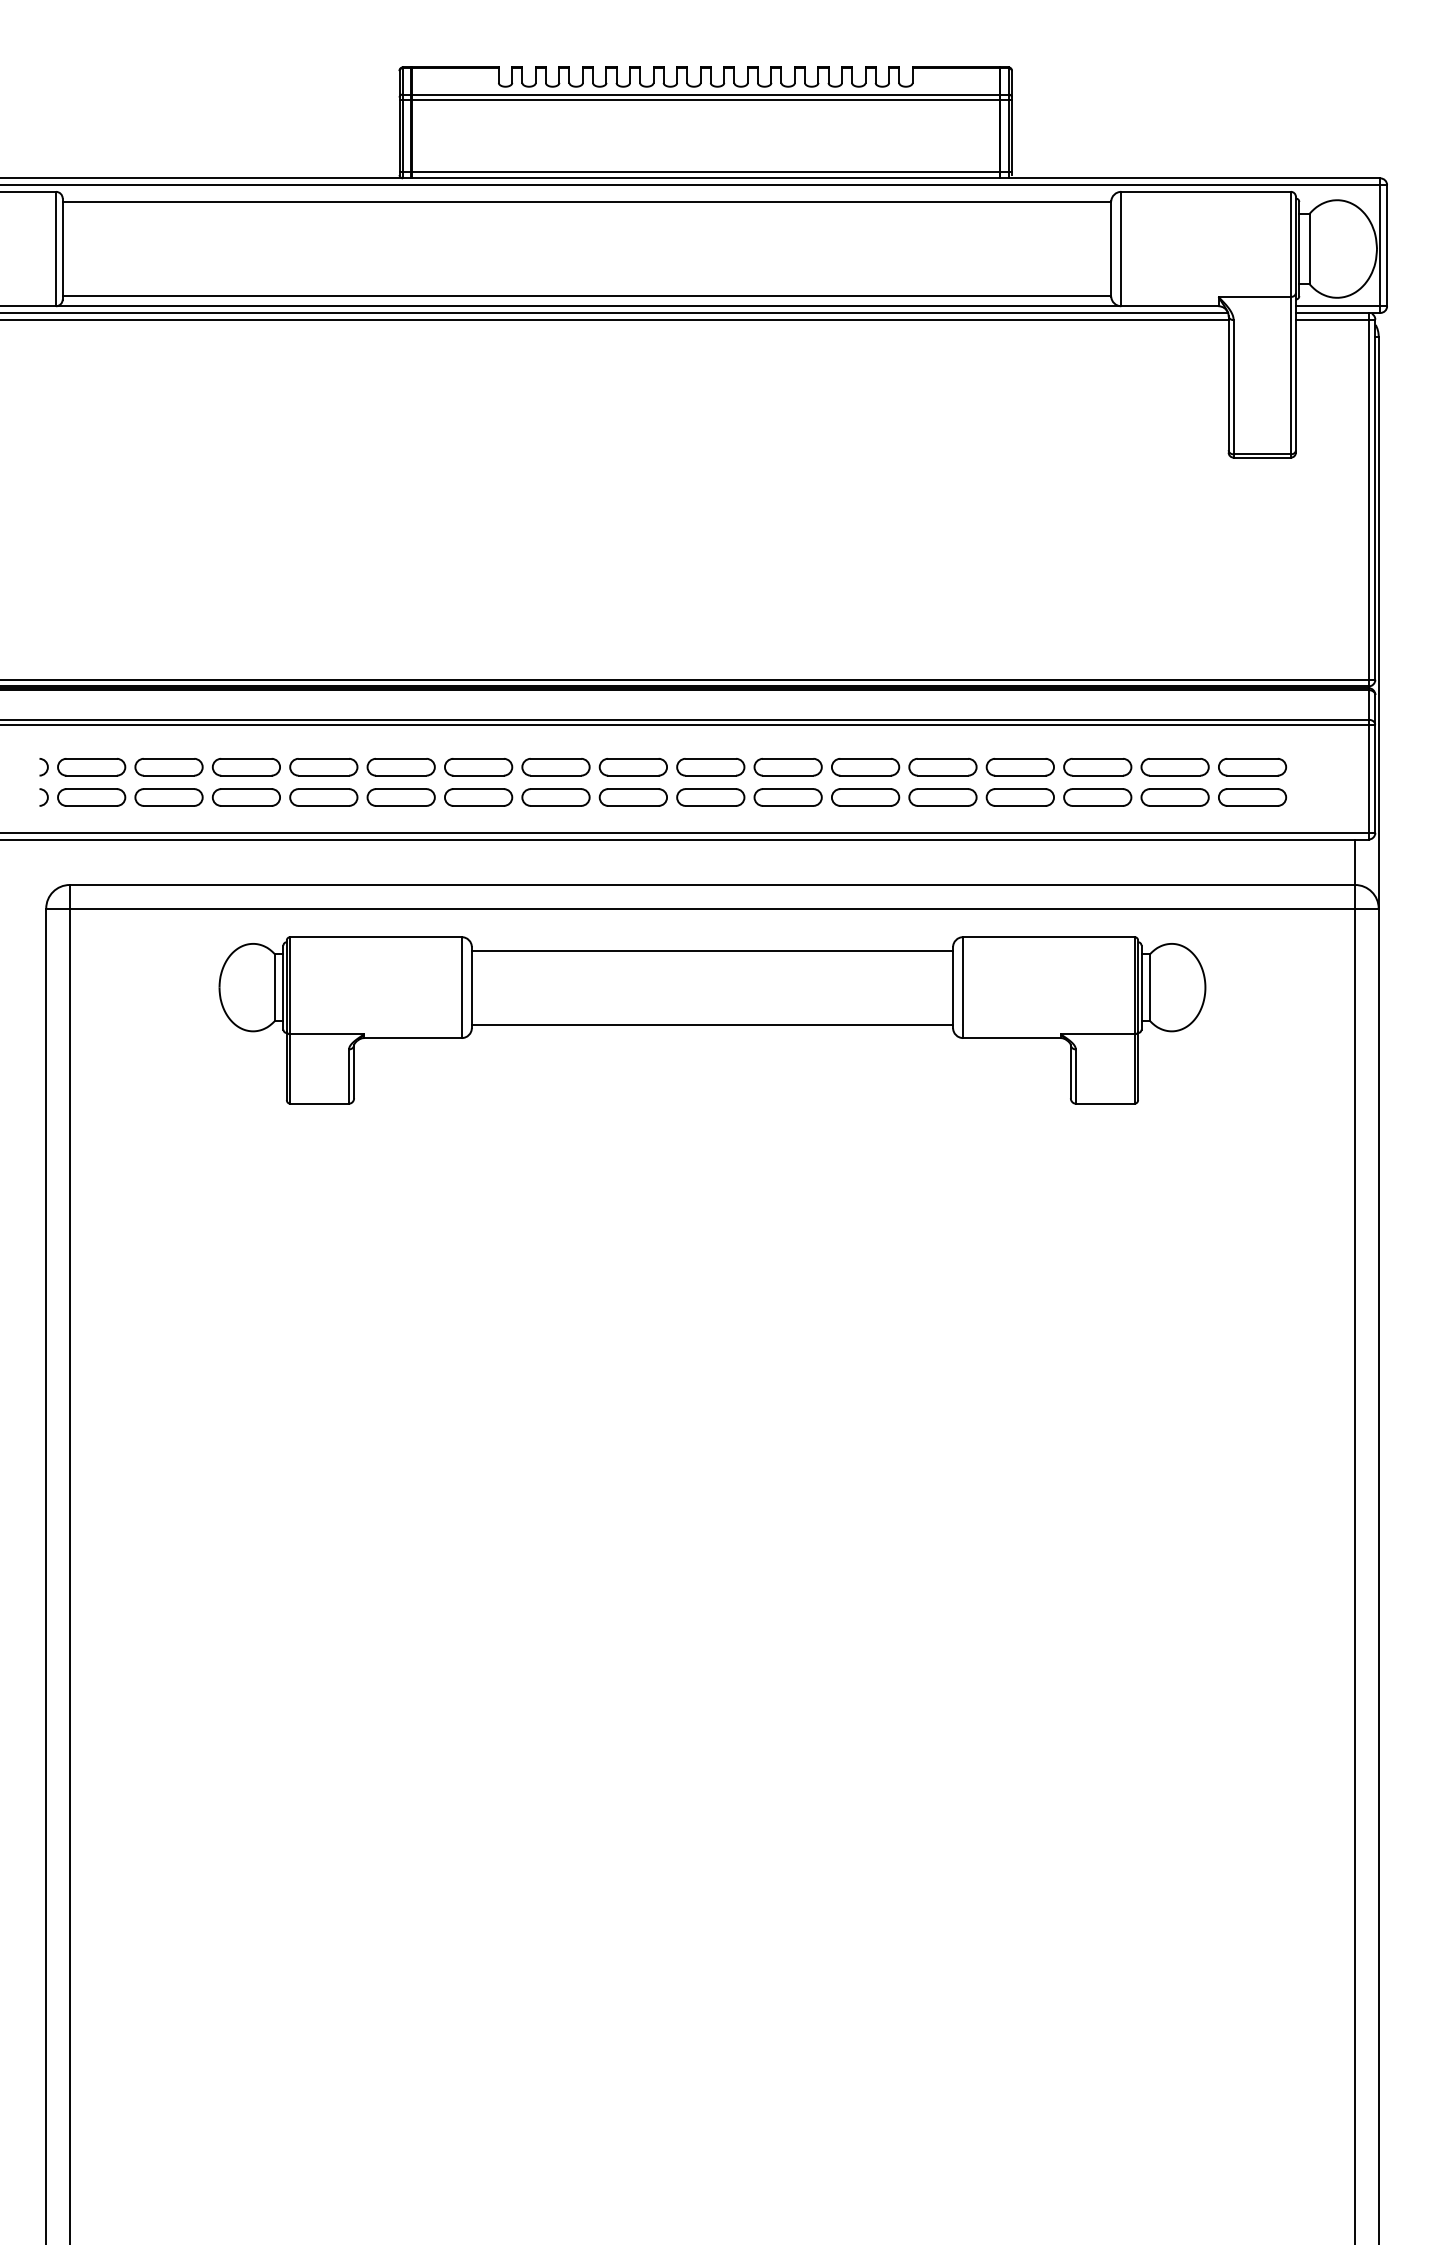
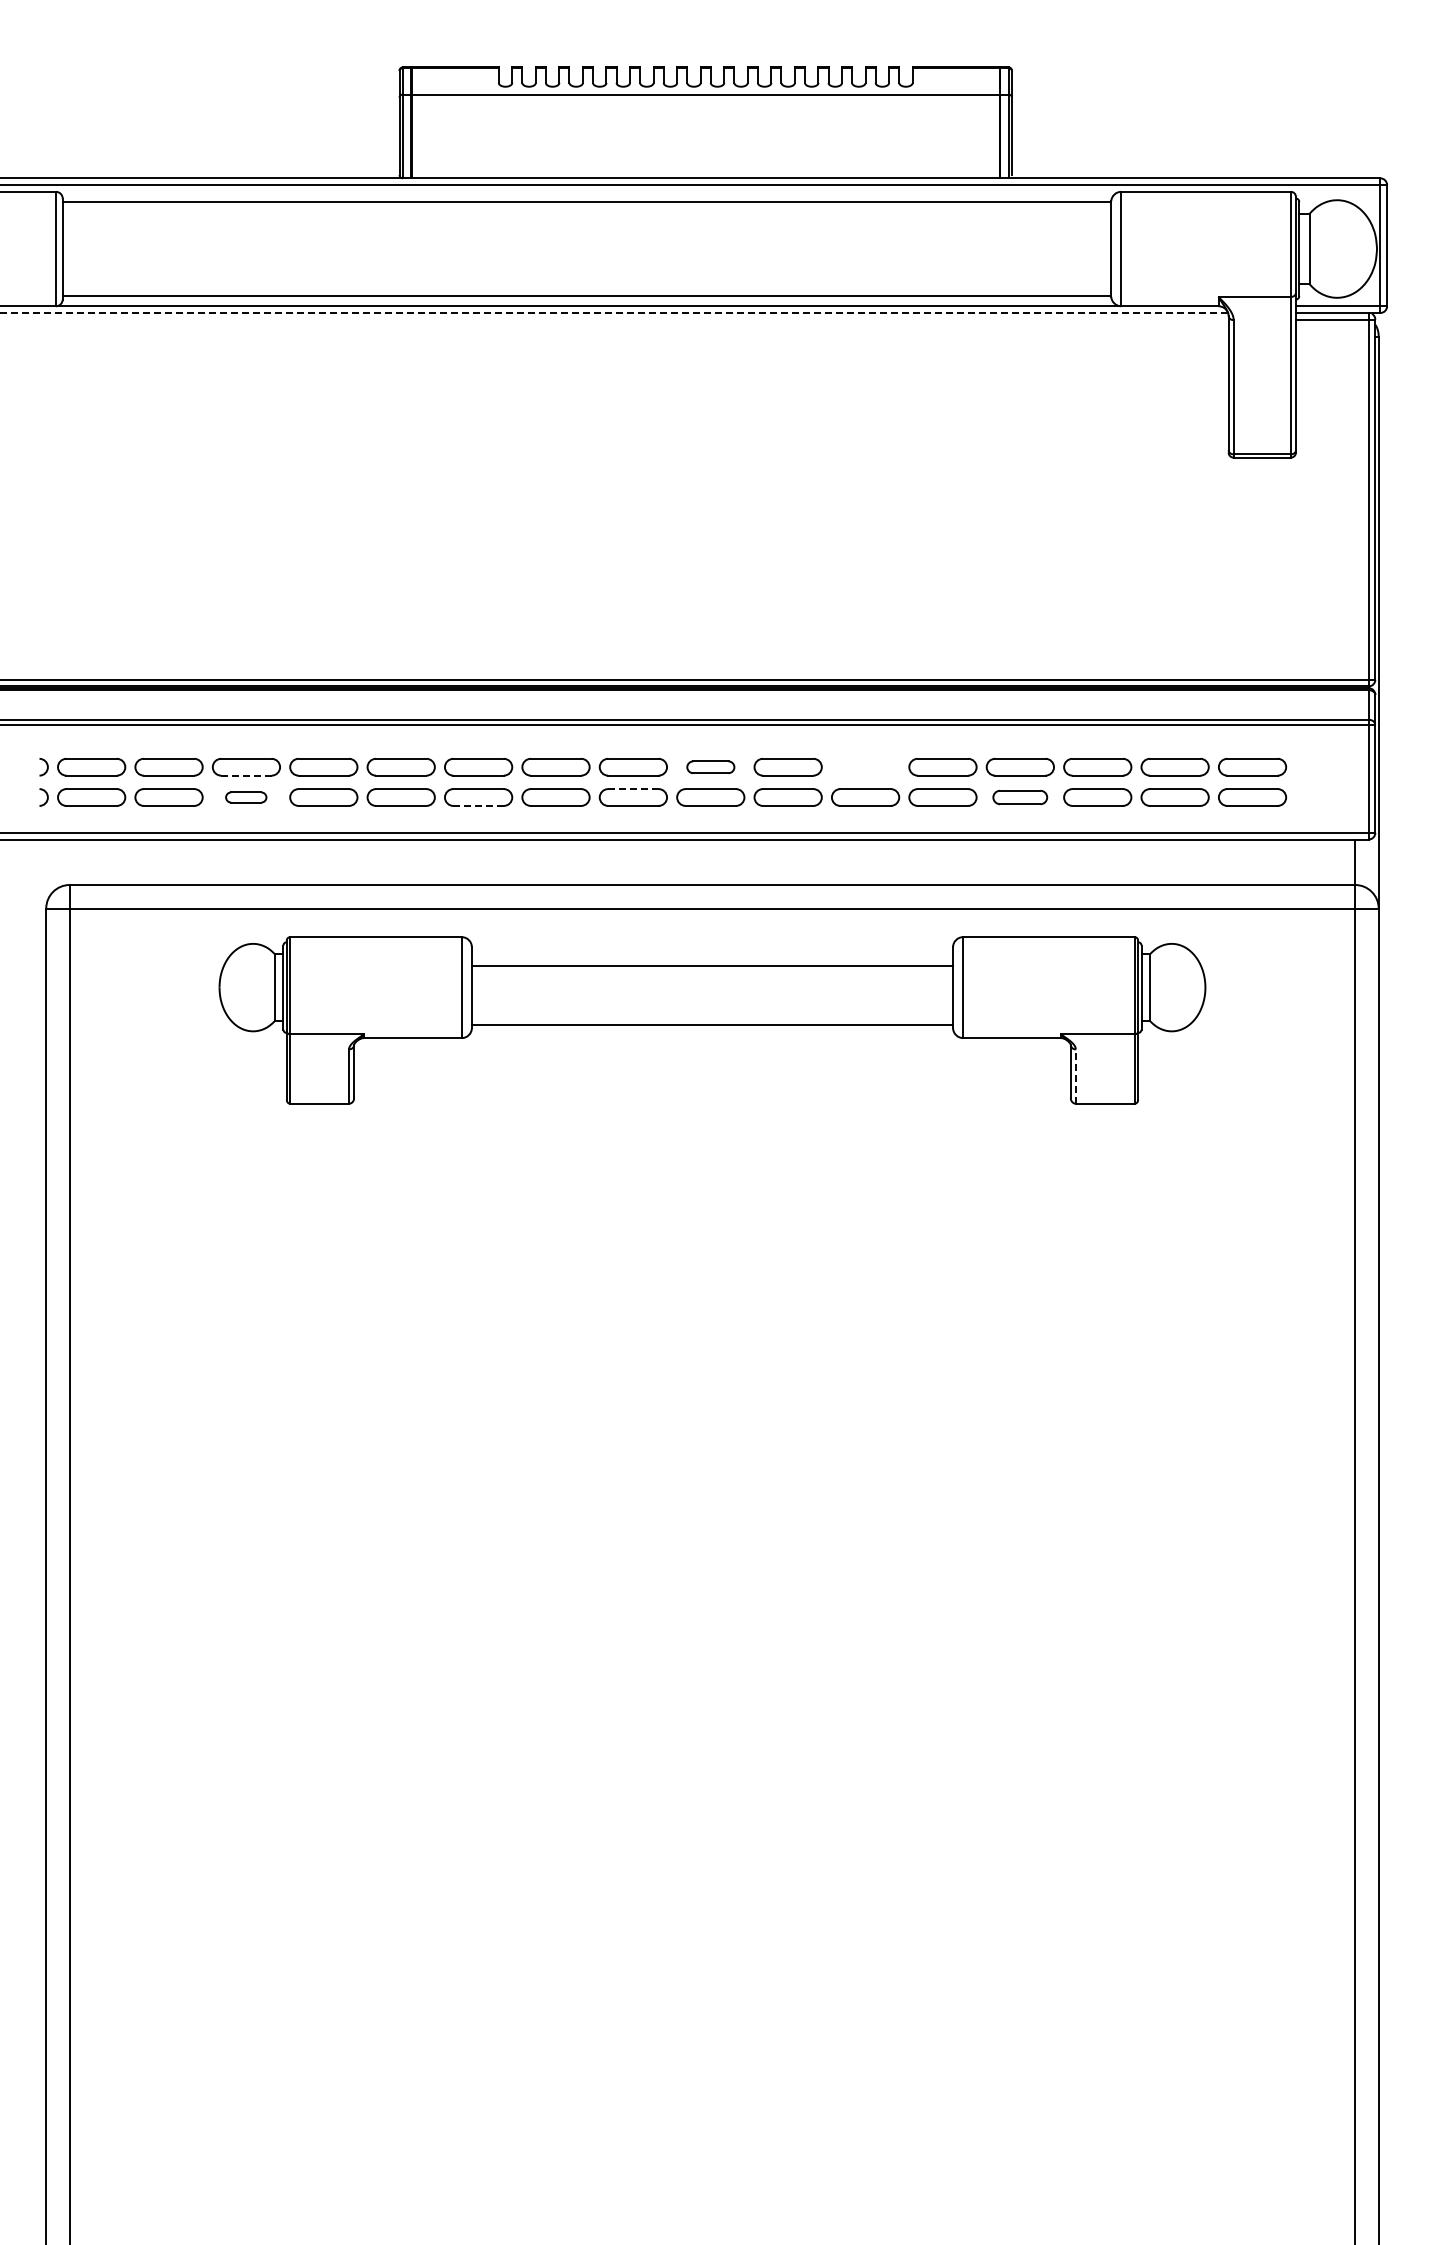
line at (705, 100): present -> none
line at (705, 171): present -> none
line at (614, 312): solid -> dashed
line at (615, 319): present -> none
part at (710, 767) size: 70x19 px -> 50x14 px
part at (865, 767): present -> none
line at (246, 775): solid -> dashed
line at (632, 789): solid -> dashed
part at (245, 797) size: 70x19 px -> 43x13 px
part at (1019, 797) size: 70x19 px -> 57x17 px
line at (479, 805): solid -> dashed
line at (712, 950) position: (712, 950) -> (712, 965)
line at (1075, 1076): solid -> dashed
